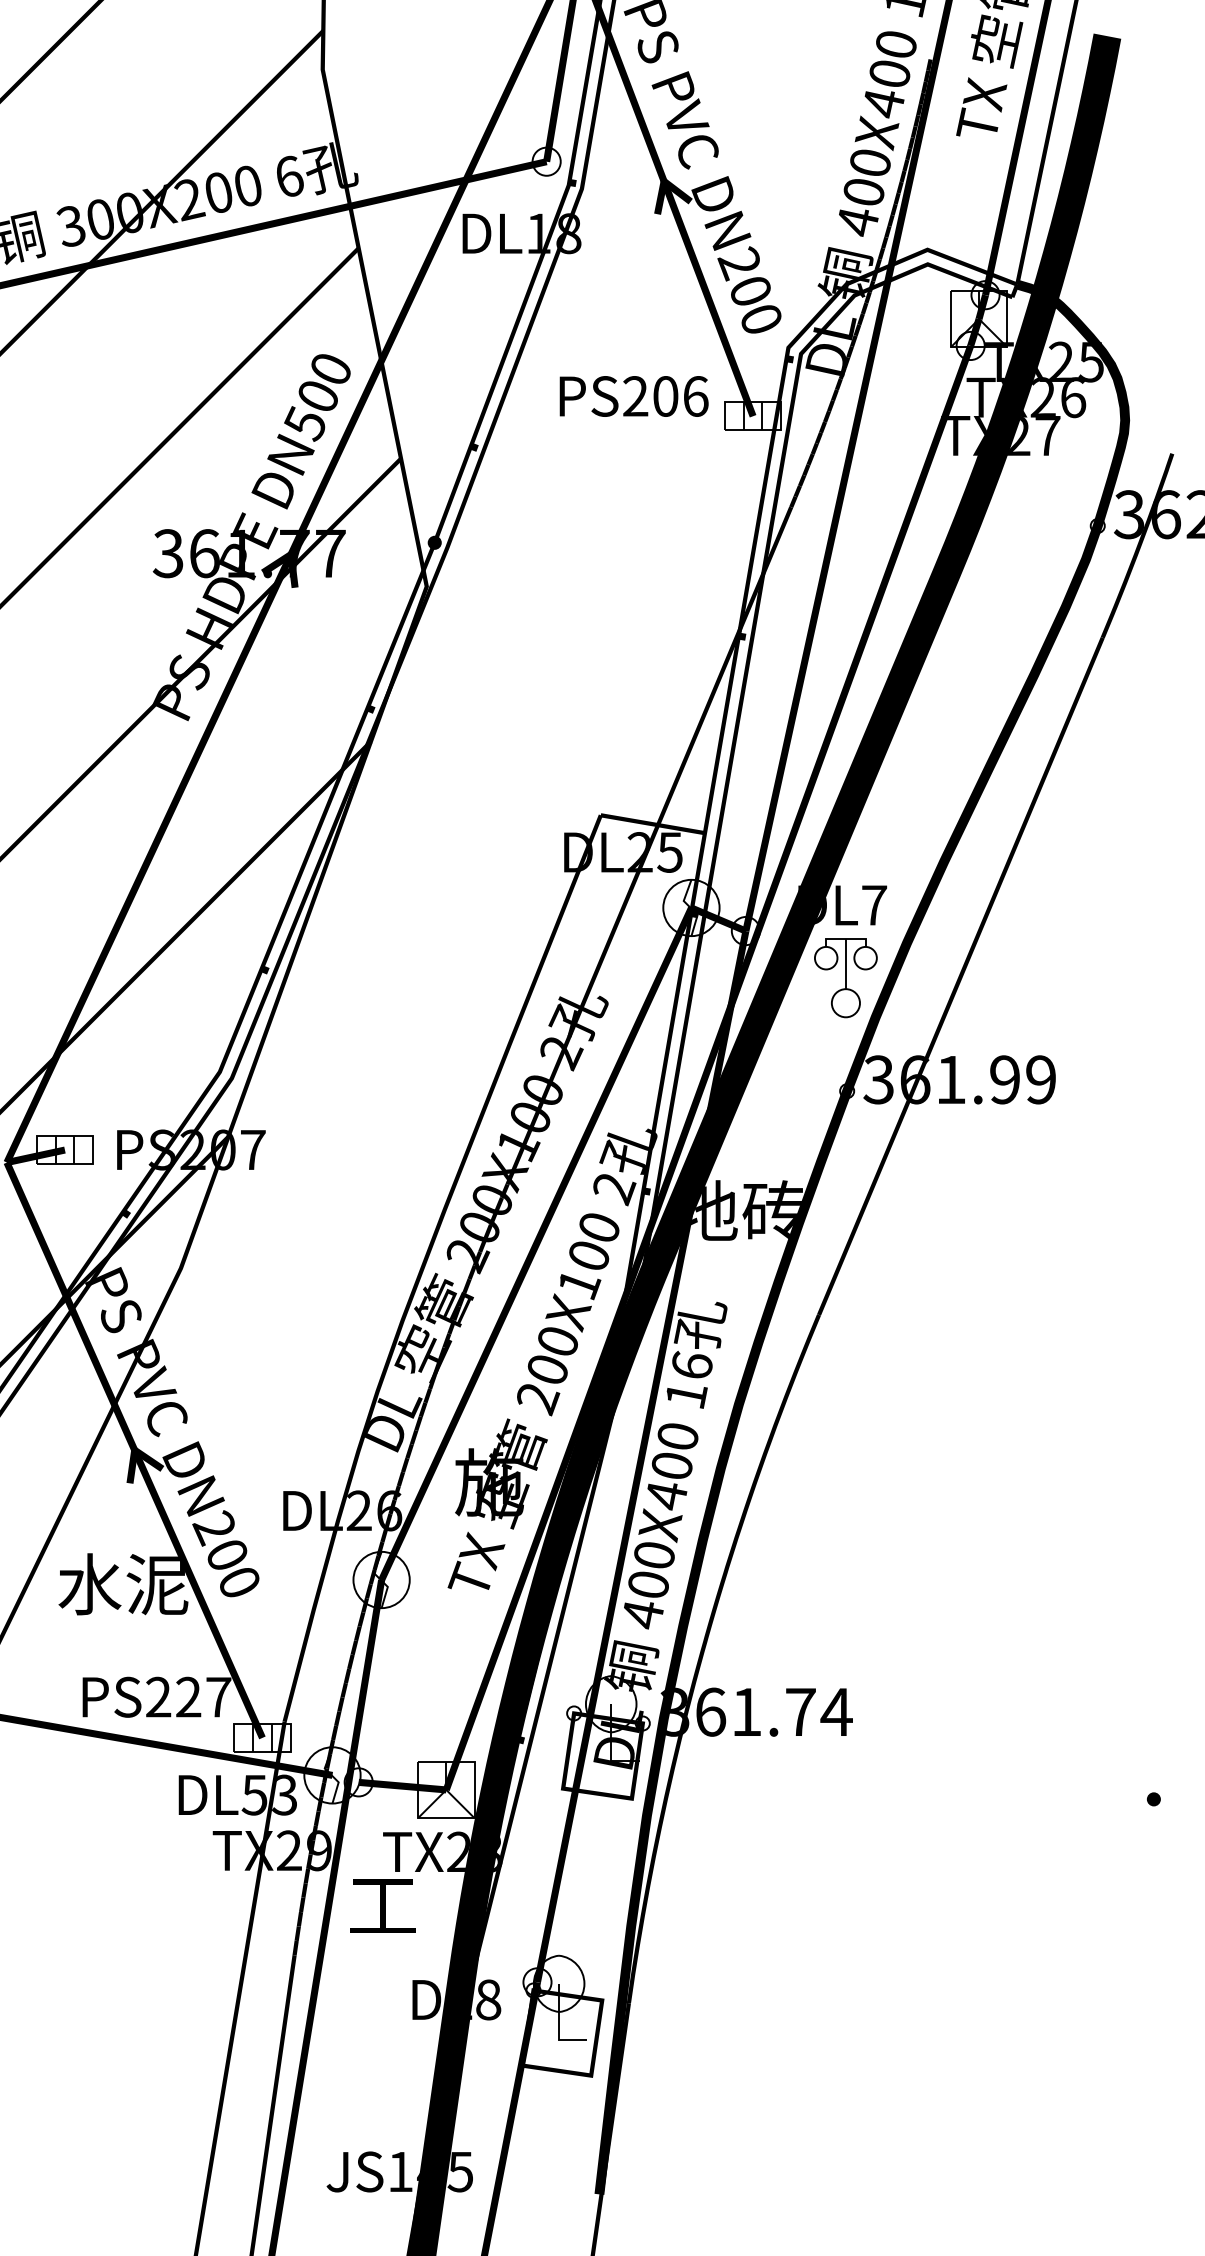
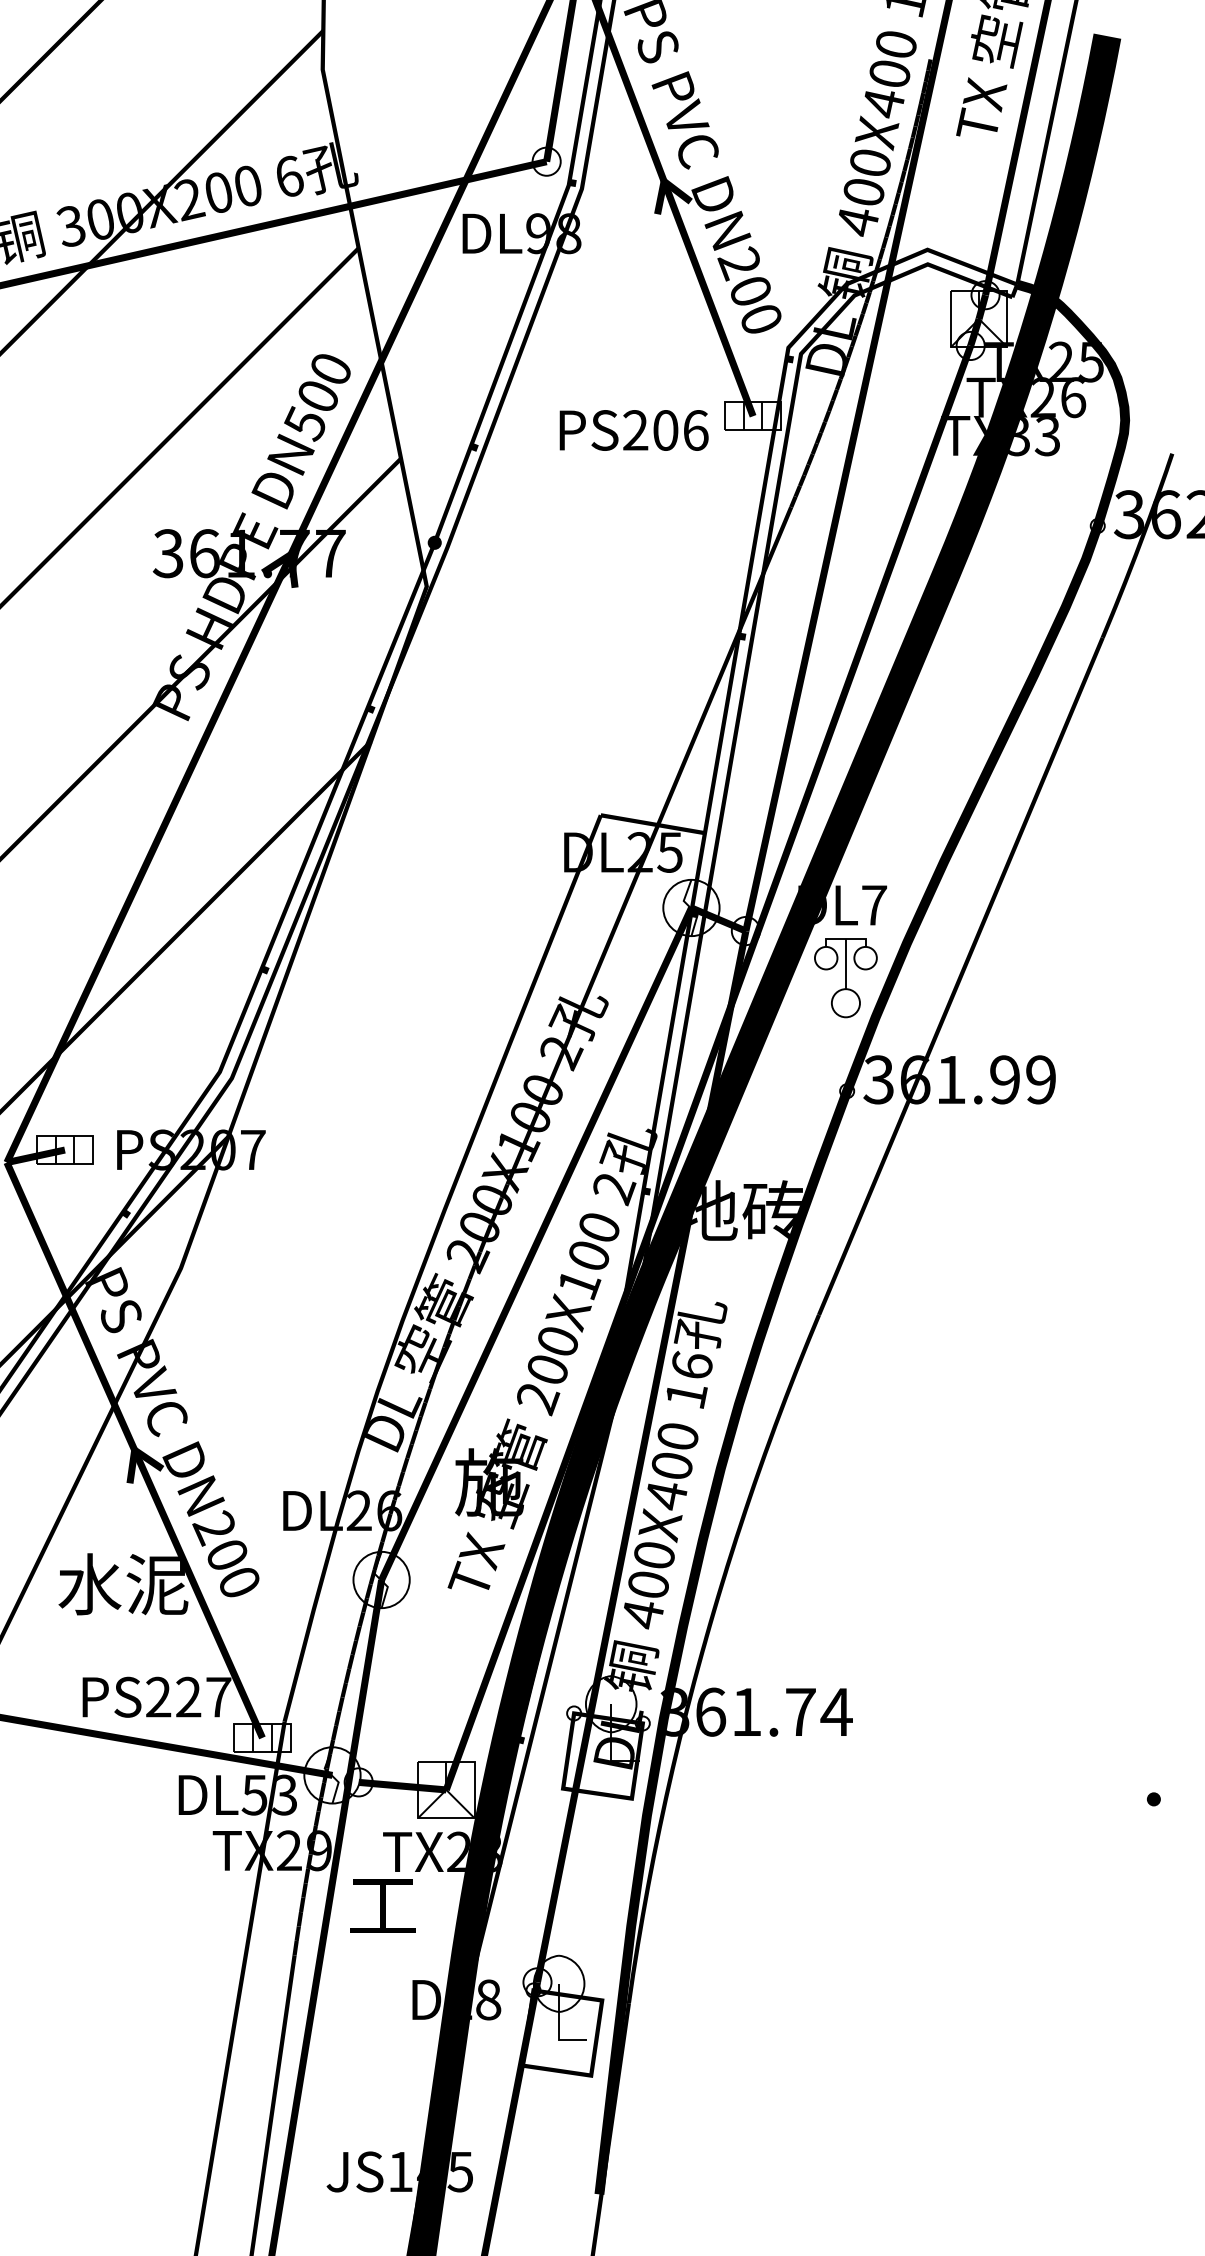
text at (538, 233): DL18 -> DL98
text at (633, 396) position: (633, 396) -> (633, 430)
text at (1033, 436): TX27 -> TX33
